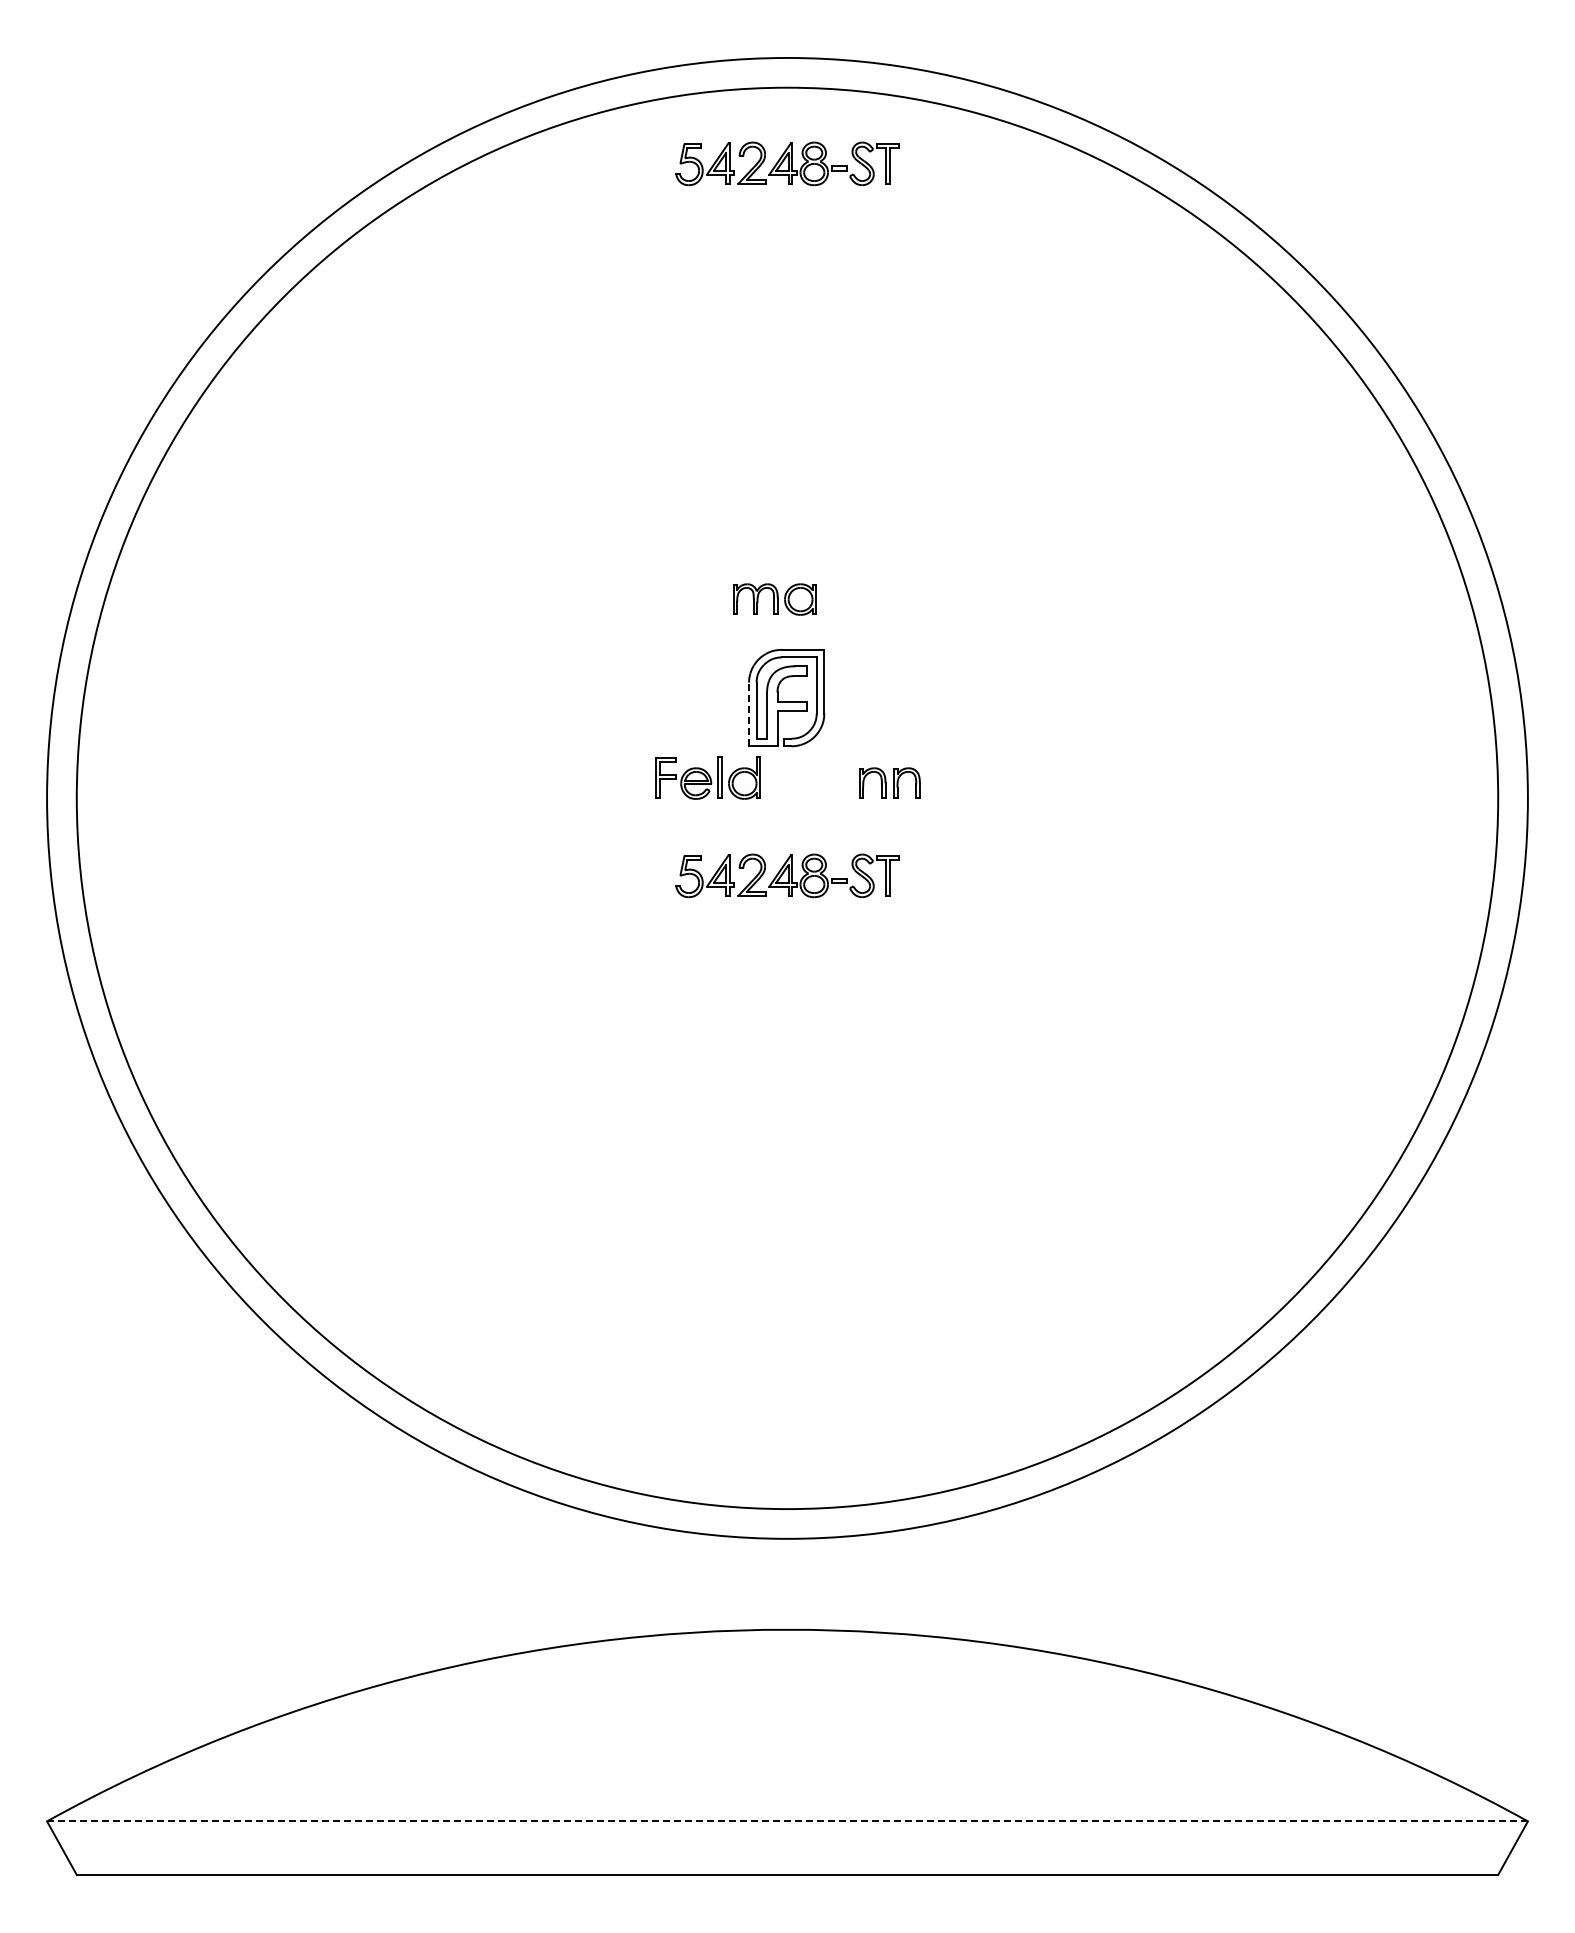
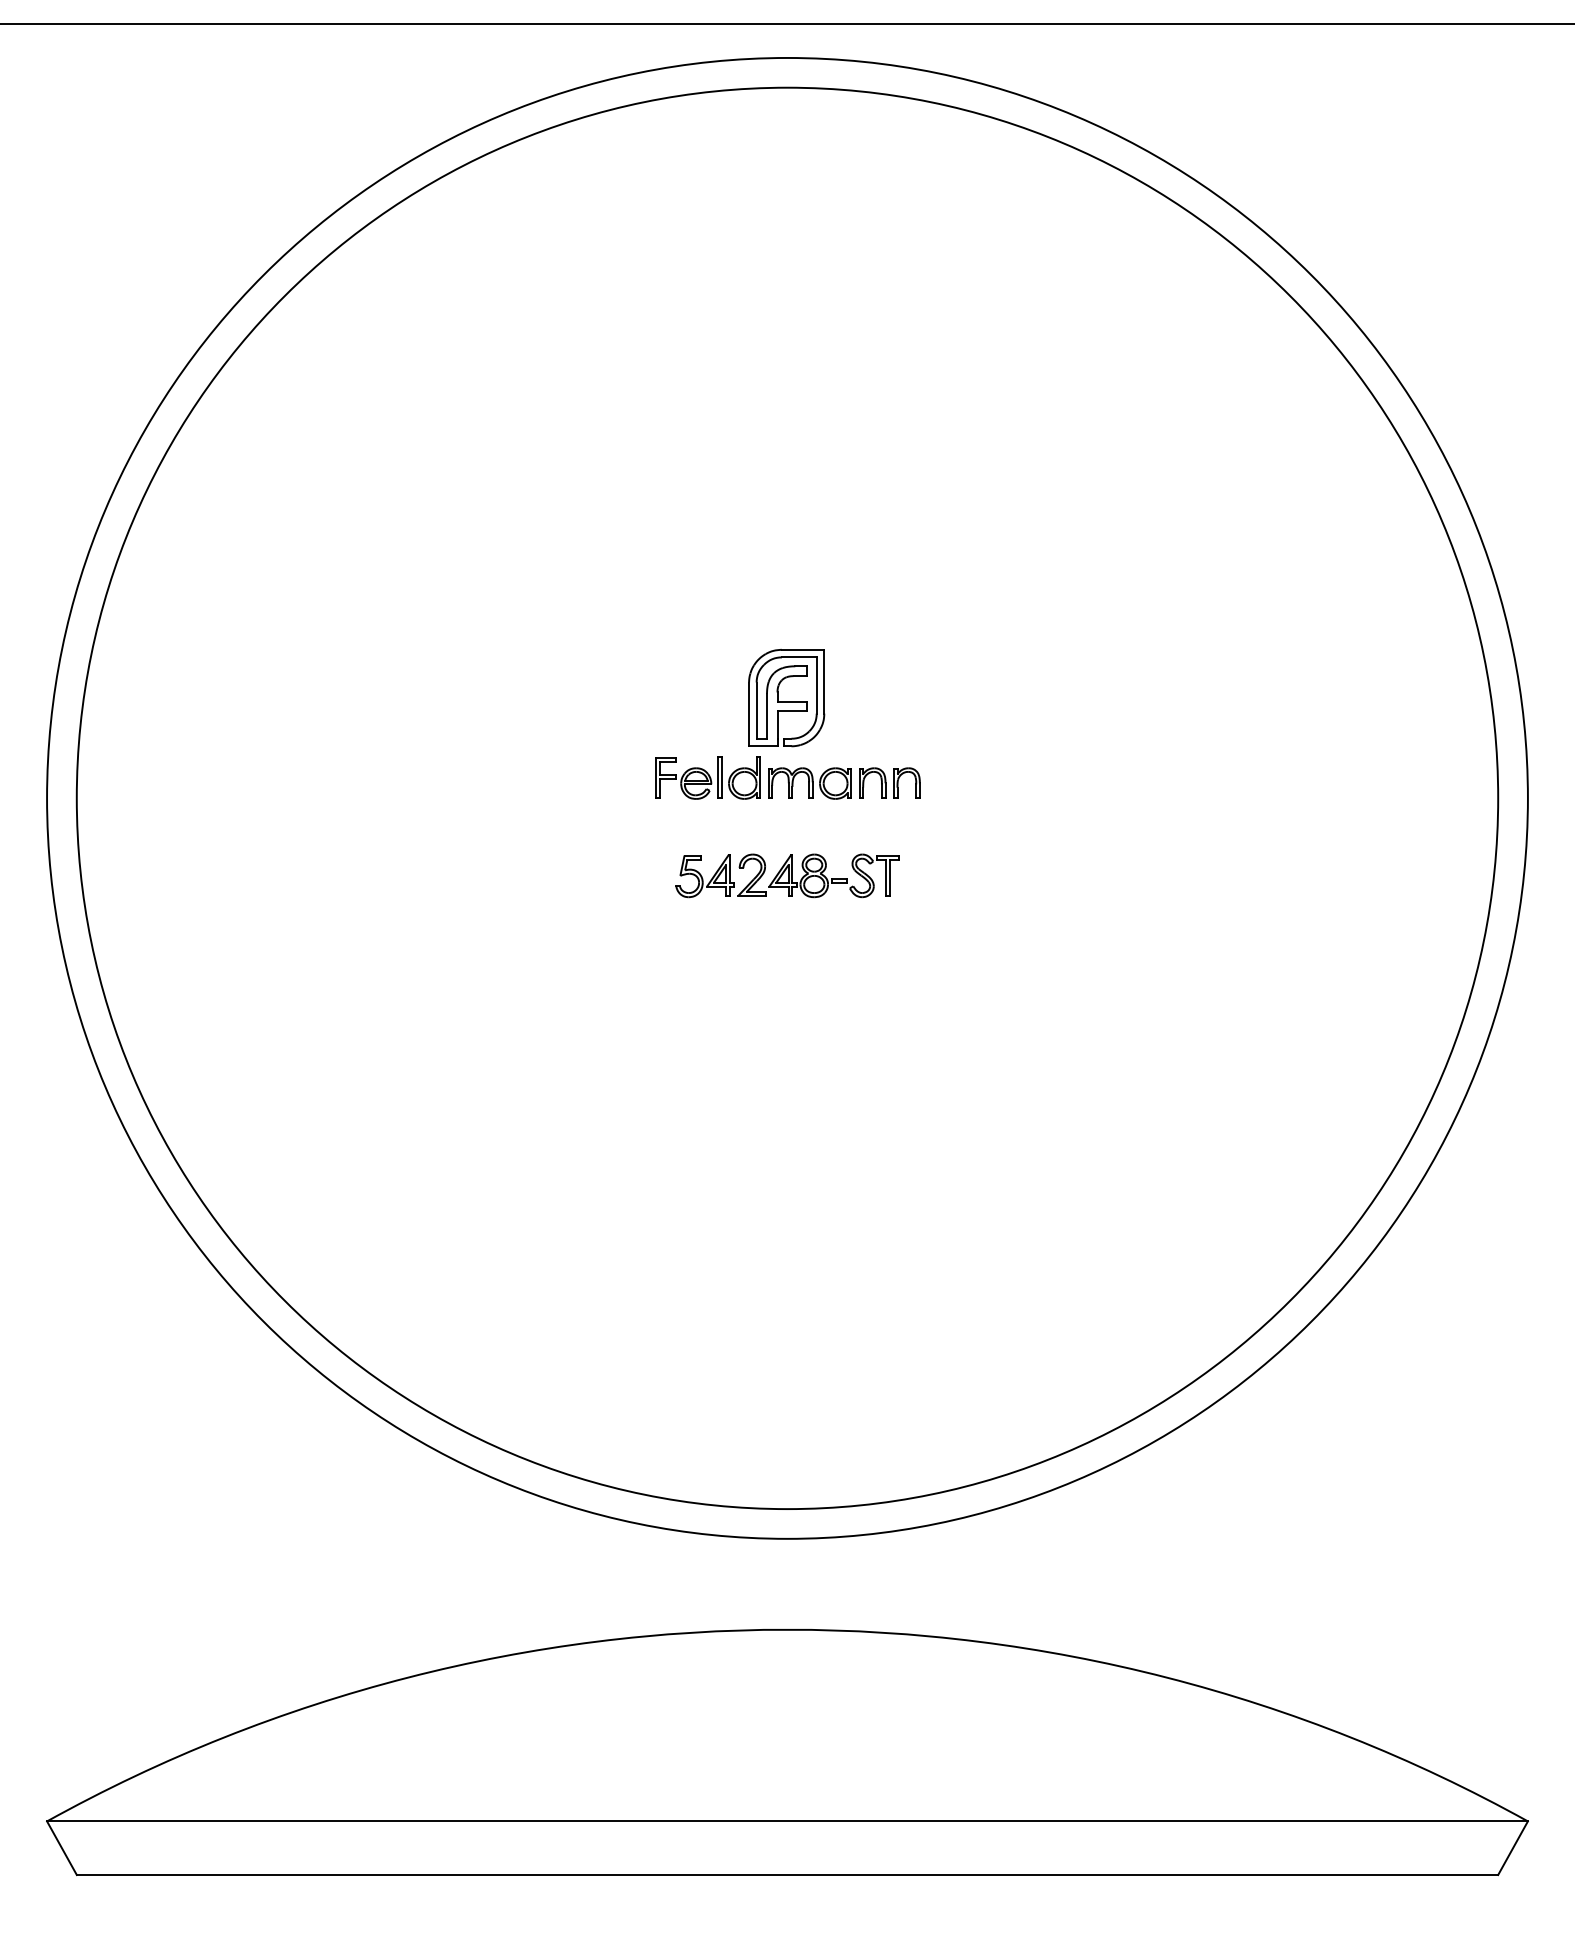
line at (786, 23): none -> present
part at (787, 163): present -> none
part at (774, 599) position: (774, 599) -> (809, 783)
line at (749, 714): dashed -> solid
line at (787, 1821): dashed -> solid
